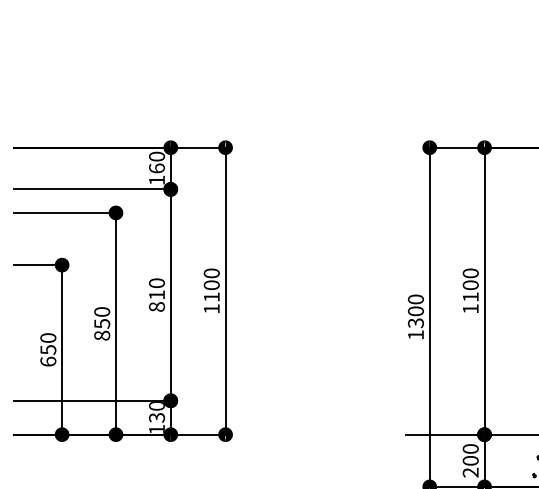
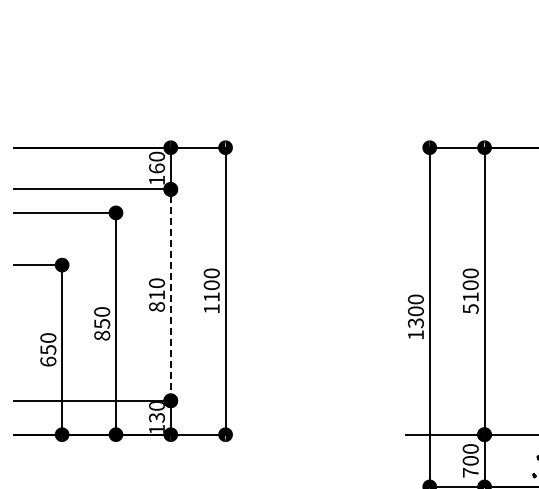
line at (170, 295): solid -> dashed
text at (470, 309): 1100 -> 5100
text at (470, 472): 200 -> 700
